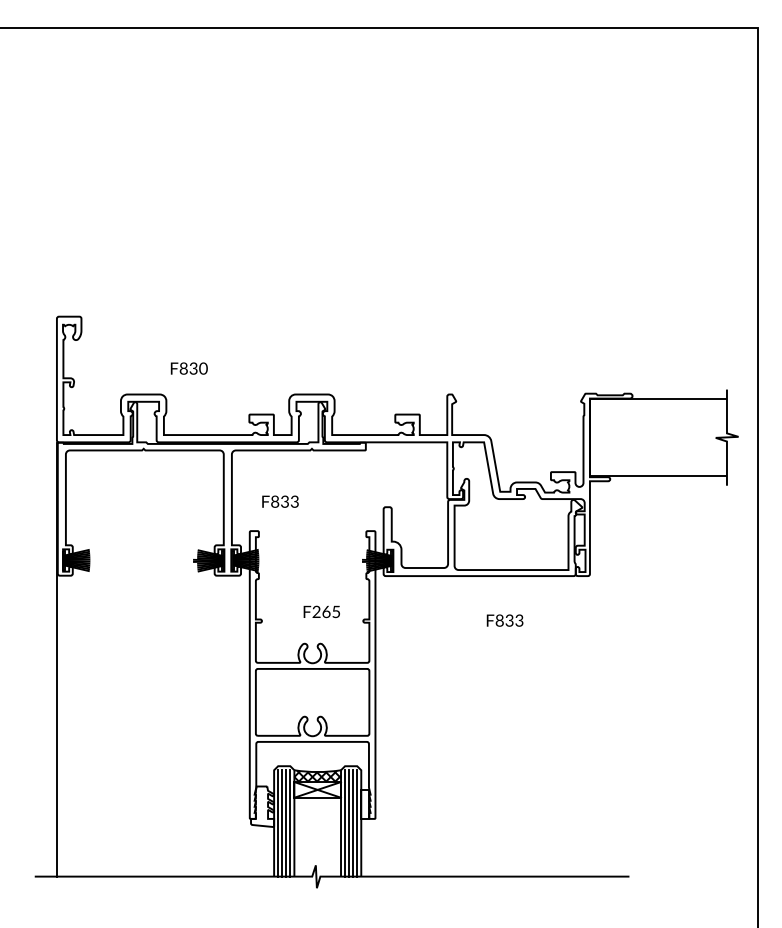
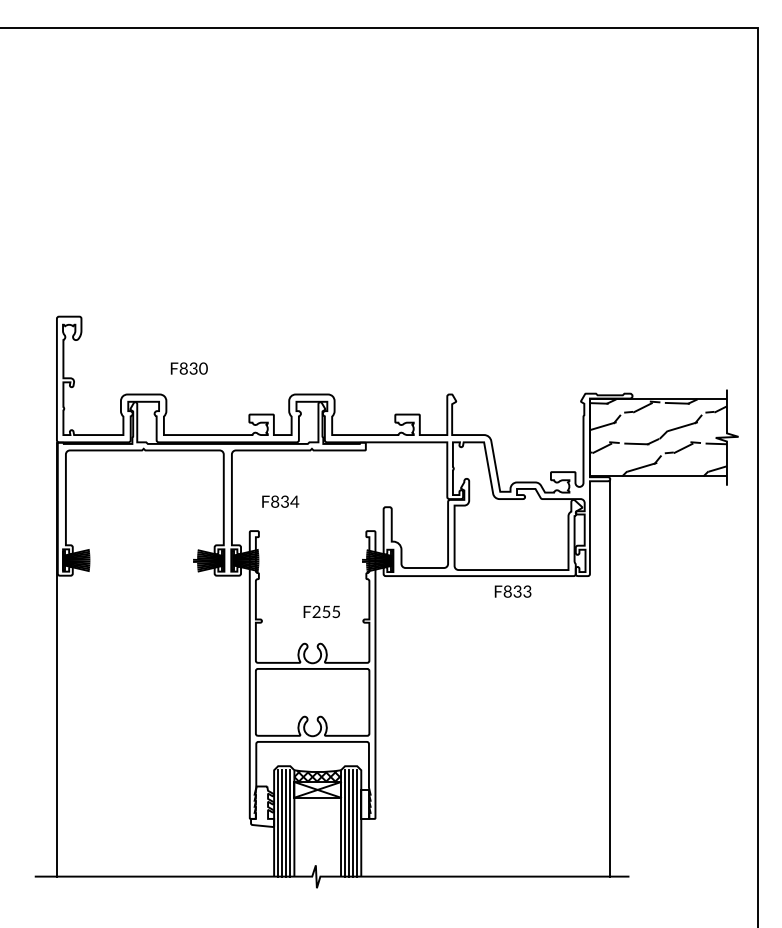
hatch at (657, 437): none -> present
text at (294, 501): F833 -> F834
text at (326, 611): F265 -> F255
text at (504, 620) position: (504, 620) -> (512, 591)
line at (610, 678): none -> present
